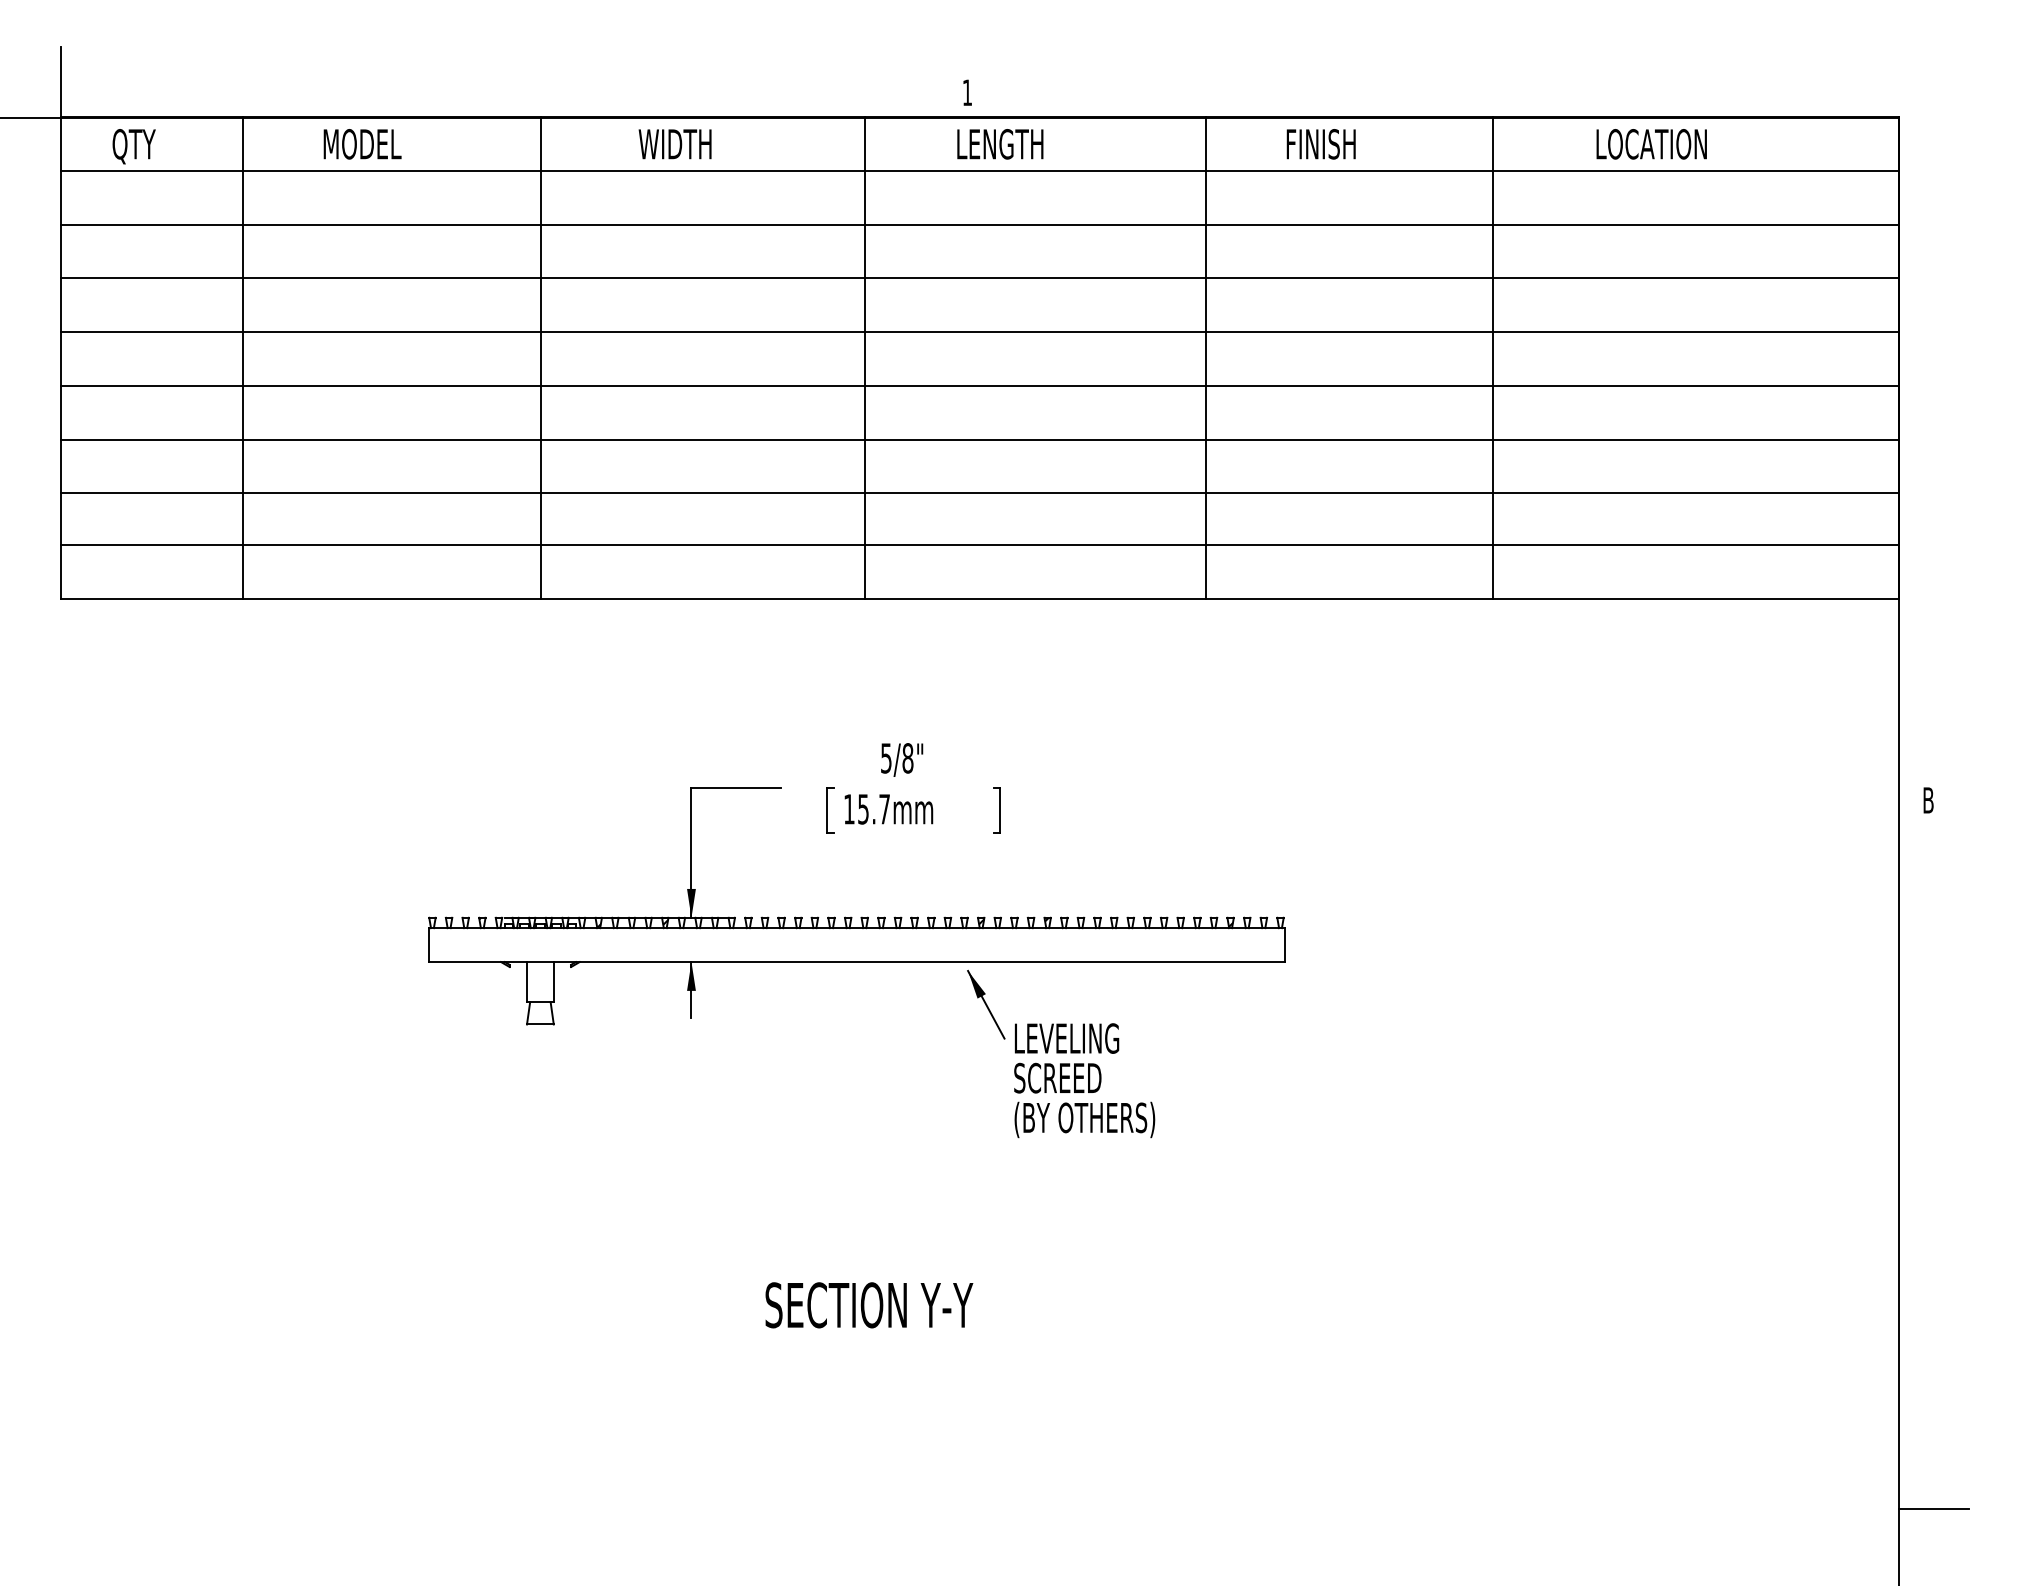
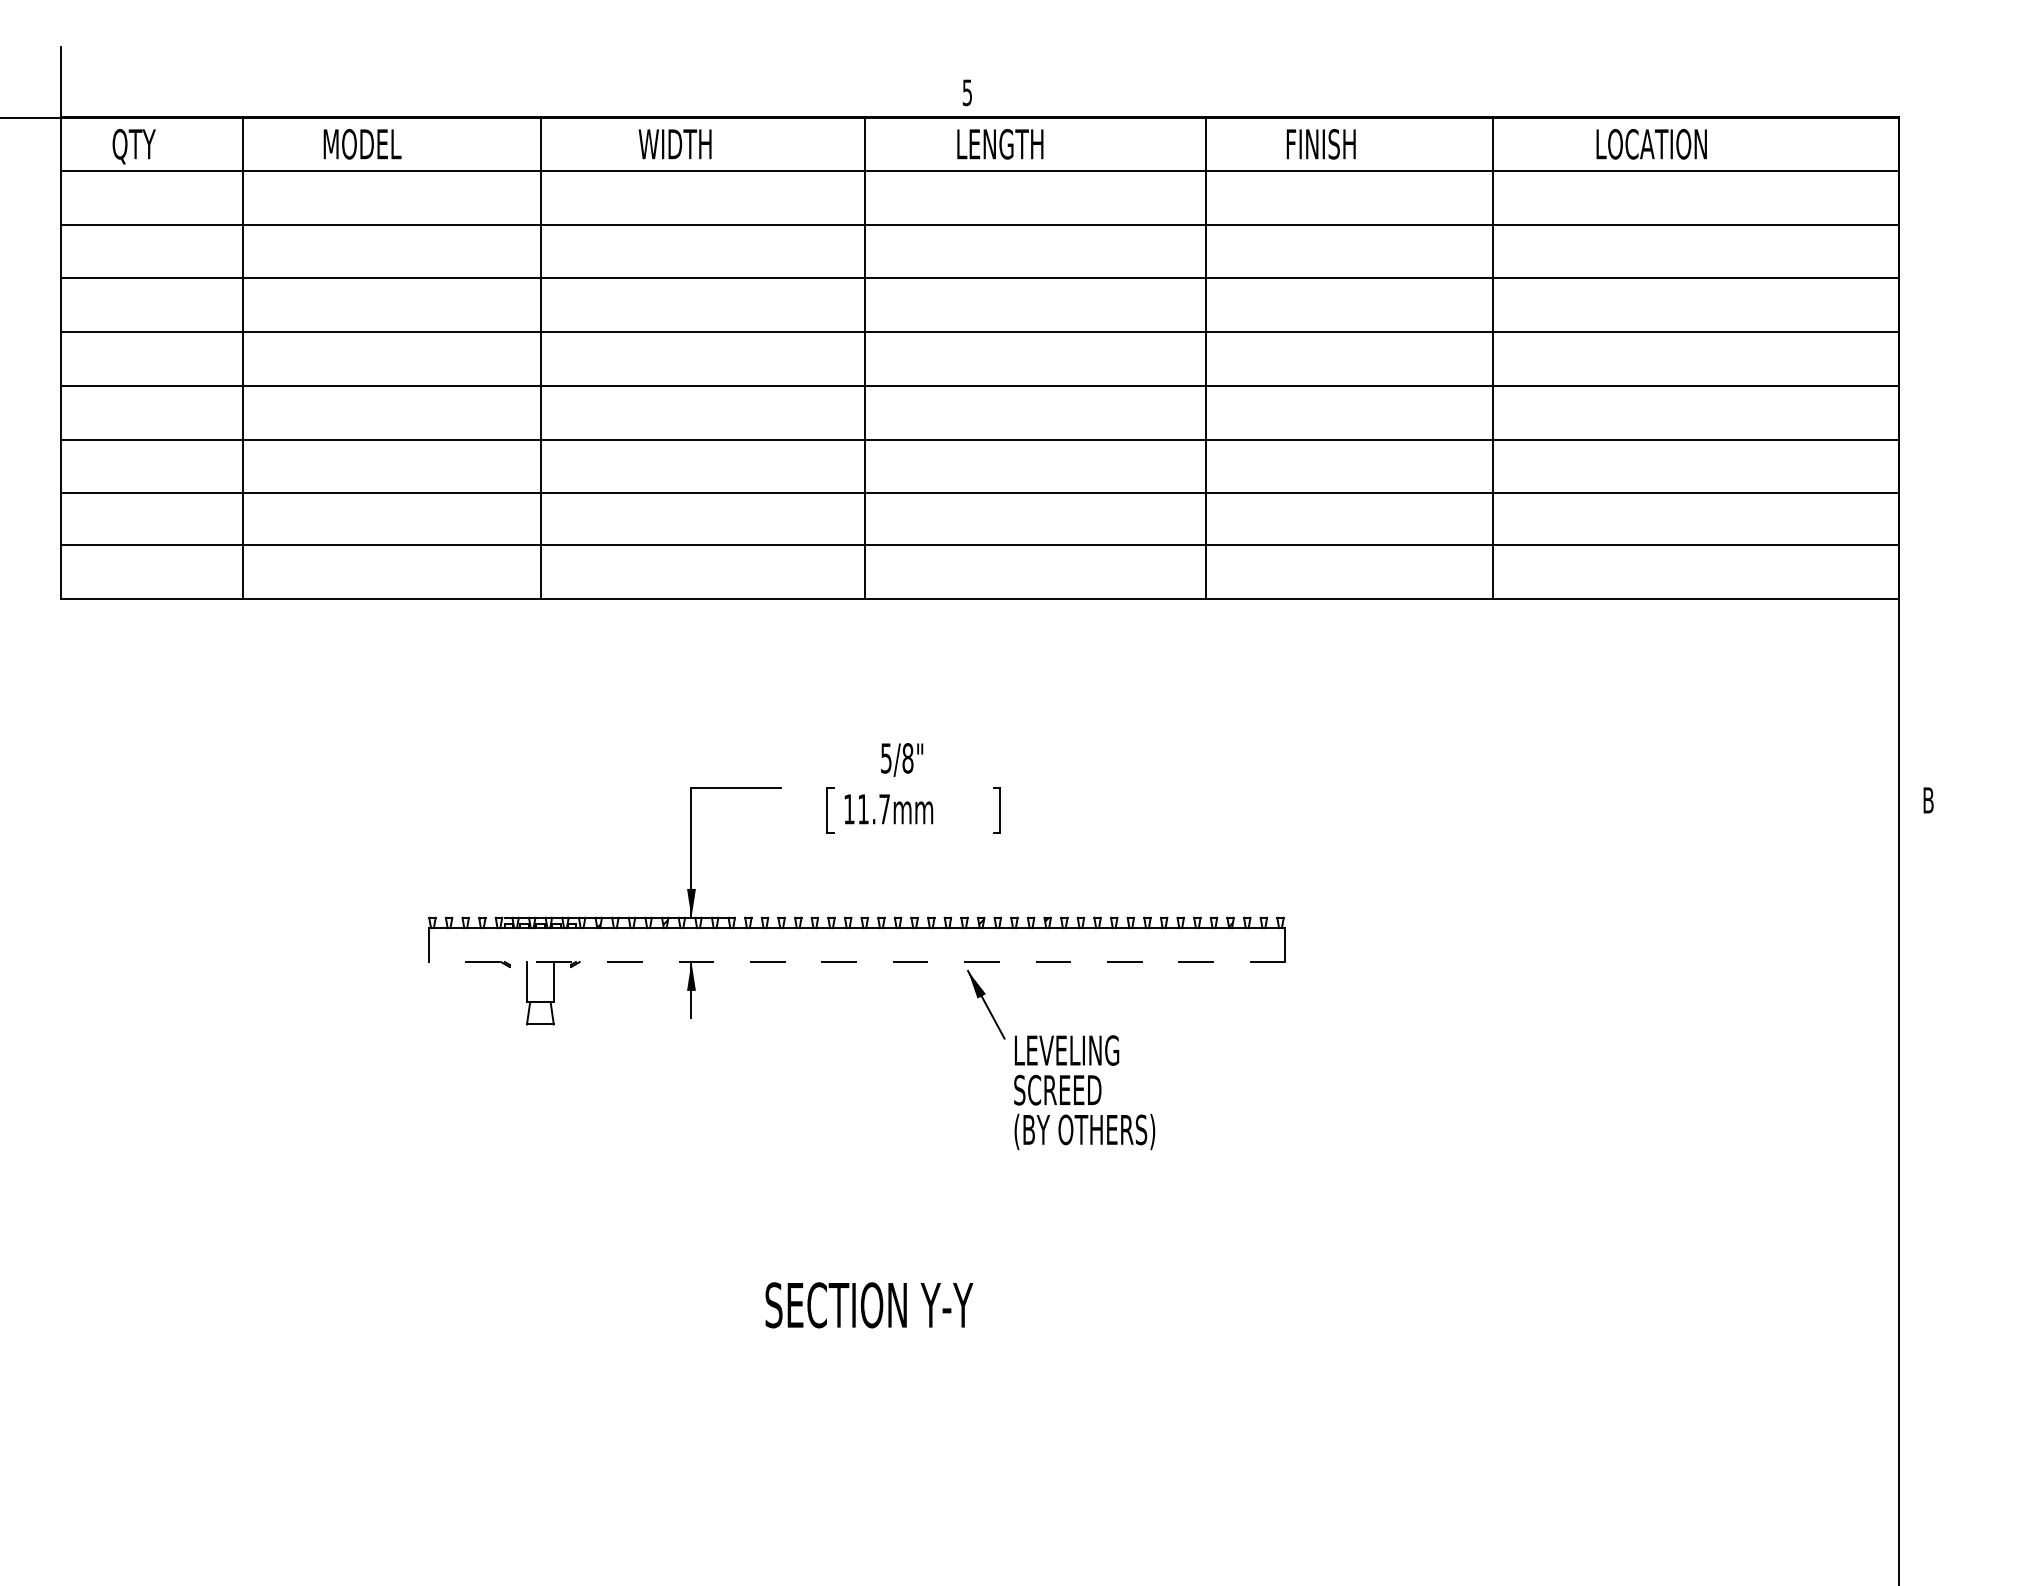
text at (966, 92): 1 -> 5
text at (863, 809): 15.7mm -> 11.7mm
line at (856, 962): solid -> dashed
text at (1084, 1080) position: (1084, 1080) -> (1084, 1092)
line at (1933, 1509): present -> none
